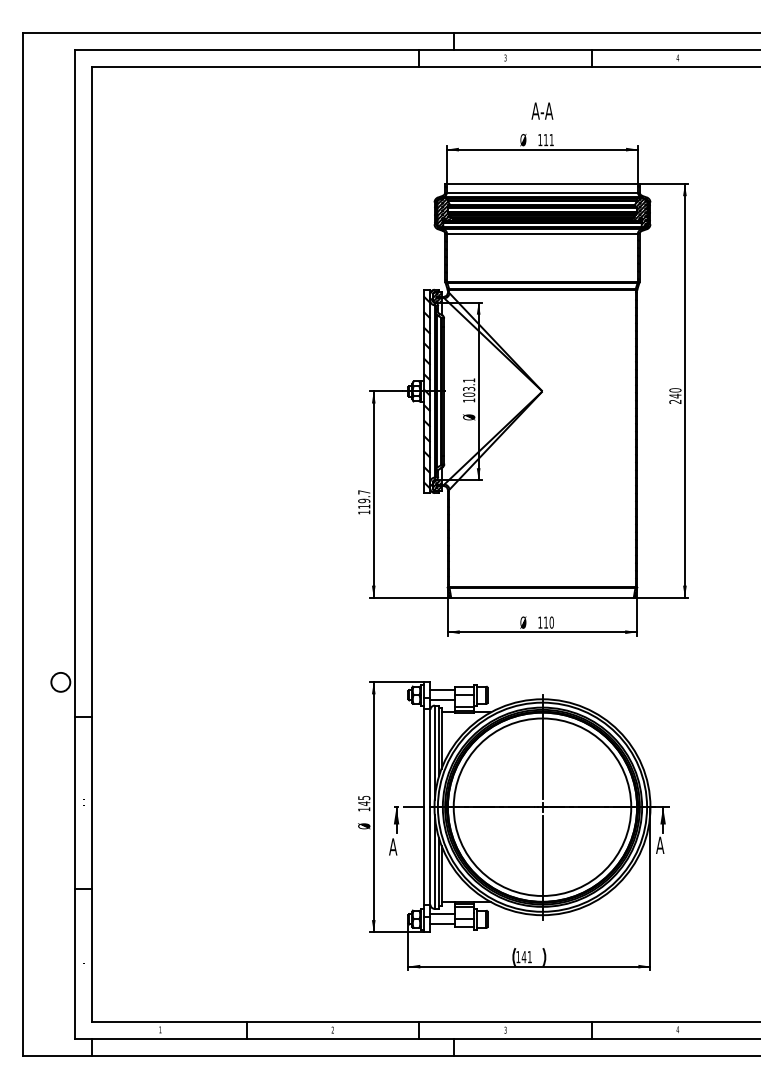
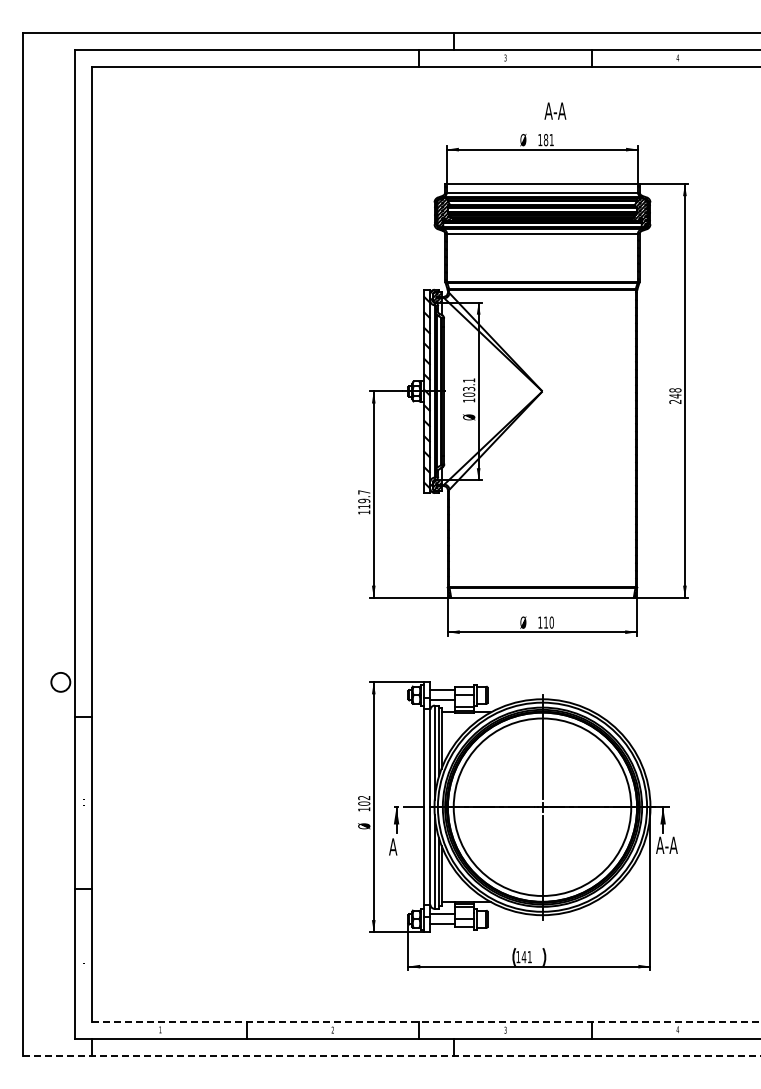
text at (542, 110) position: (542, 110) -> (555, 110)
text at (545, 140): 111 -> 181
text at (675, 390): 240 -> 248
text at (364, 800): 145 -> 102
text at (671, 844): A -> A-A
line at (426, 1021): solid -> dashed
line at (391, 1056): solid -> dashed
